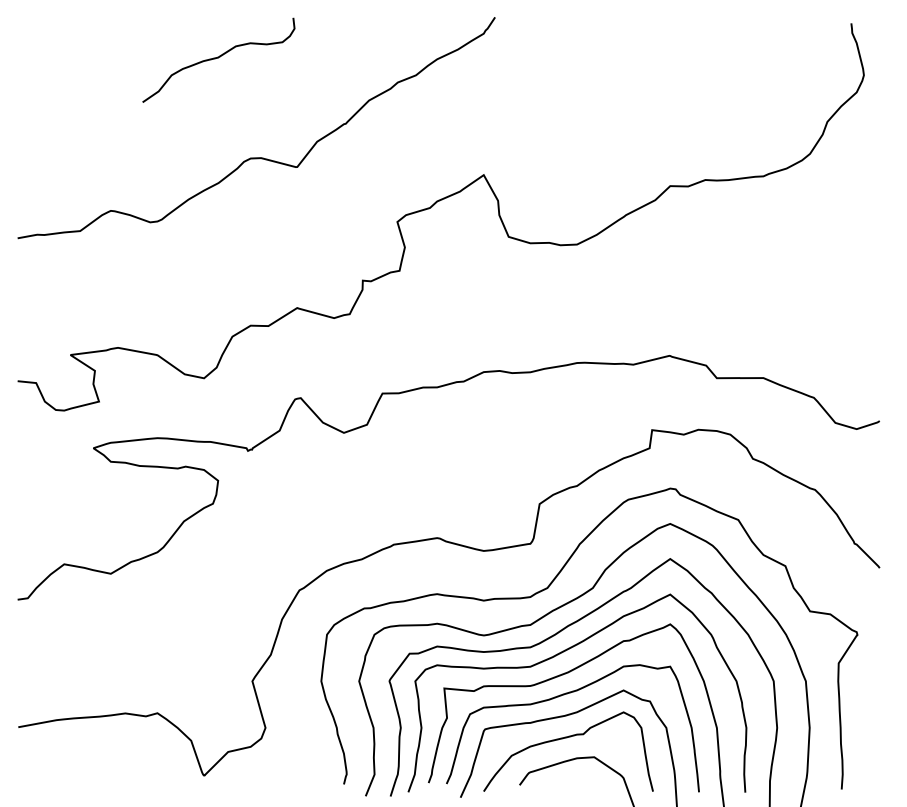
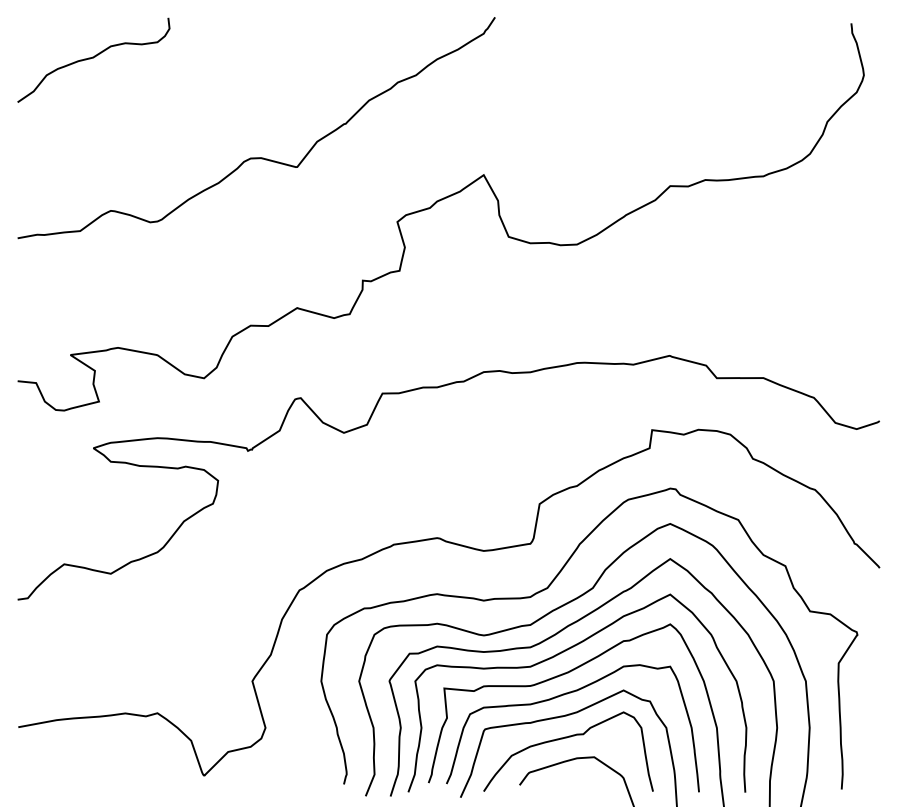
curve at (218, 58) position: (218, 58) -> (93, 58)
